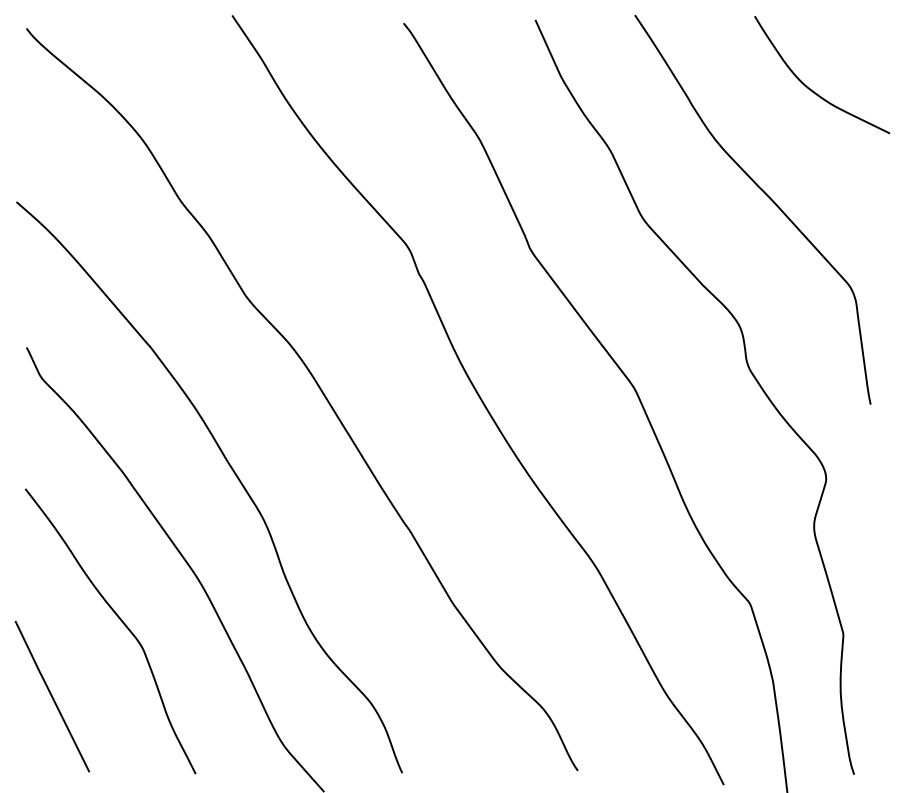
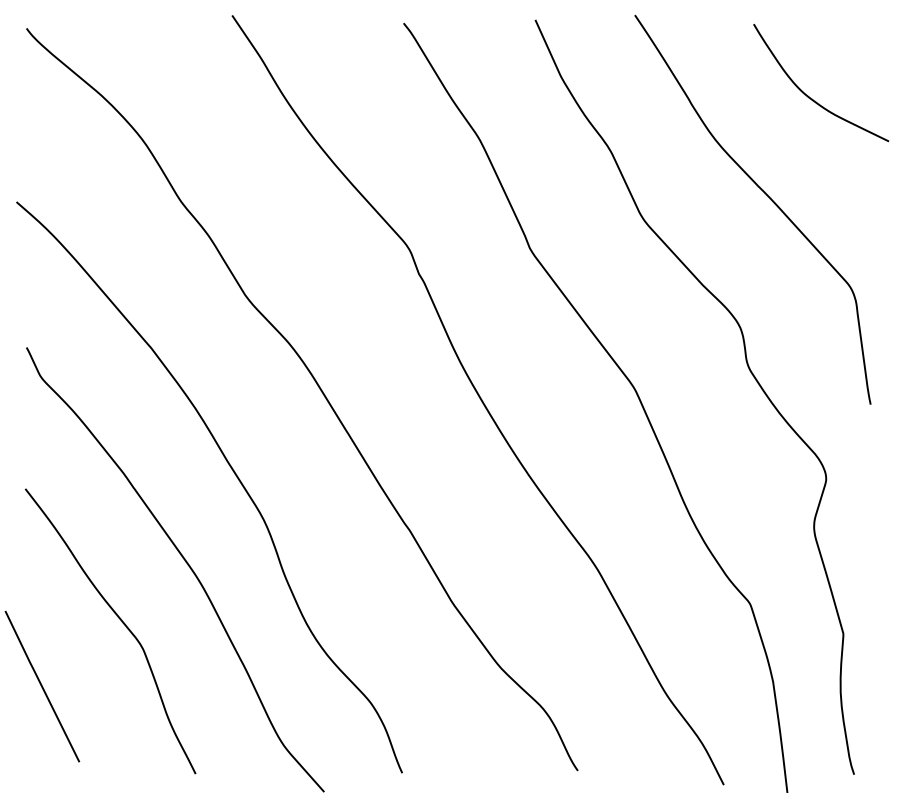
curve at (813, 90) position: (813, 90) -> (812, 98)
line at (52, 696) position: (52, 696) -> (42, 686)
